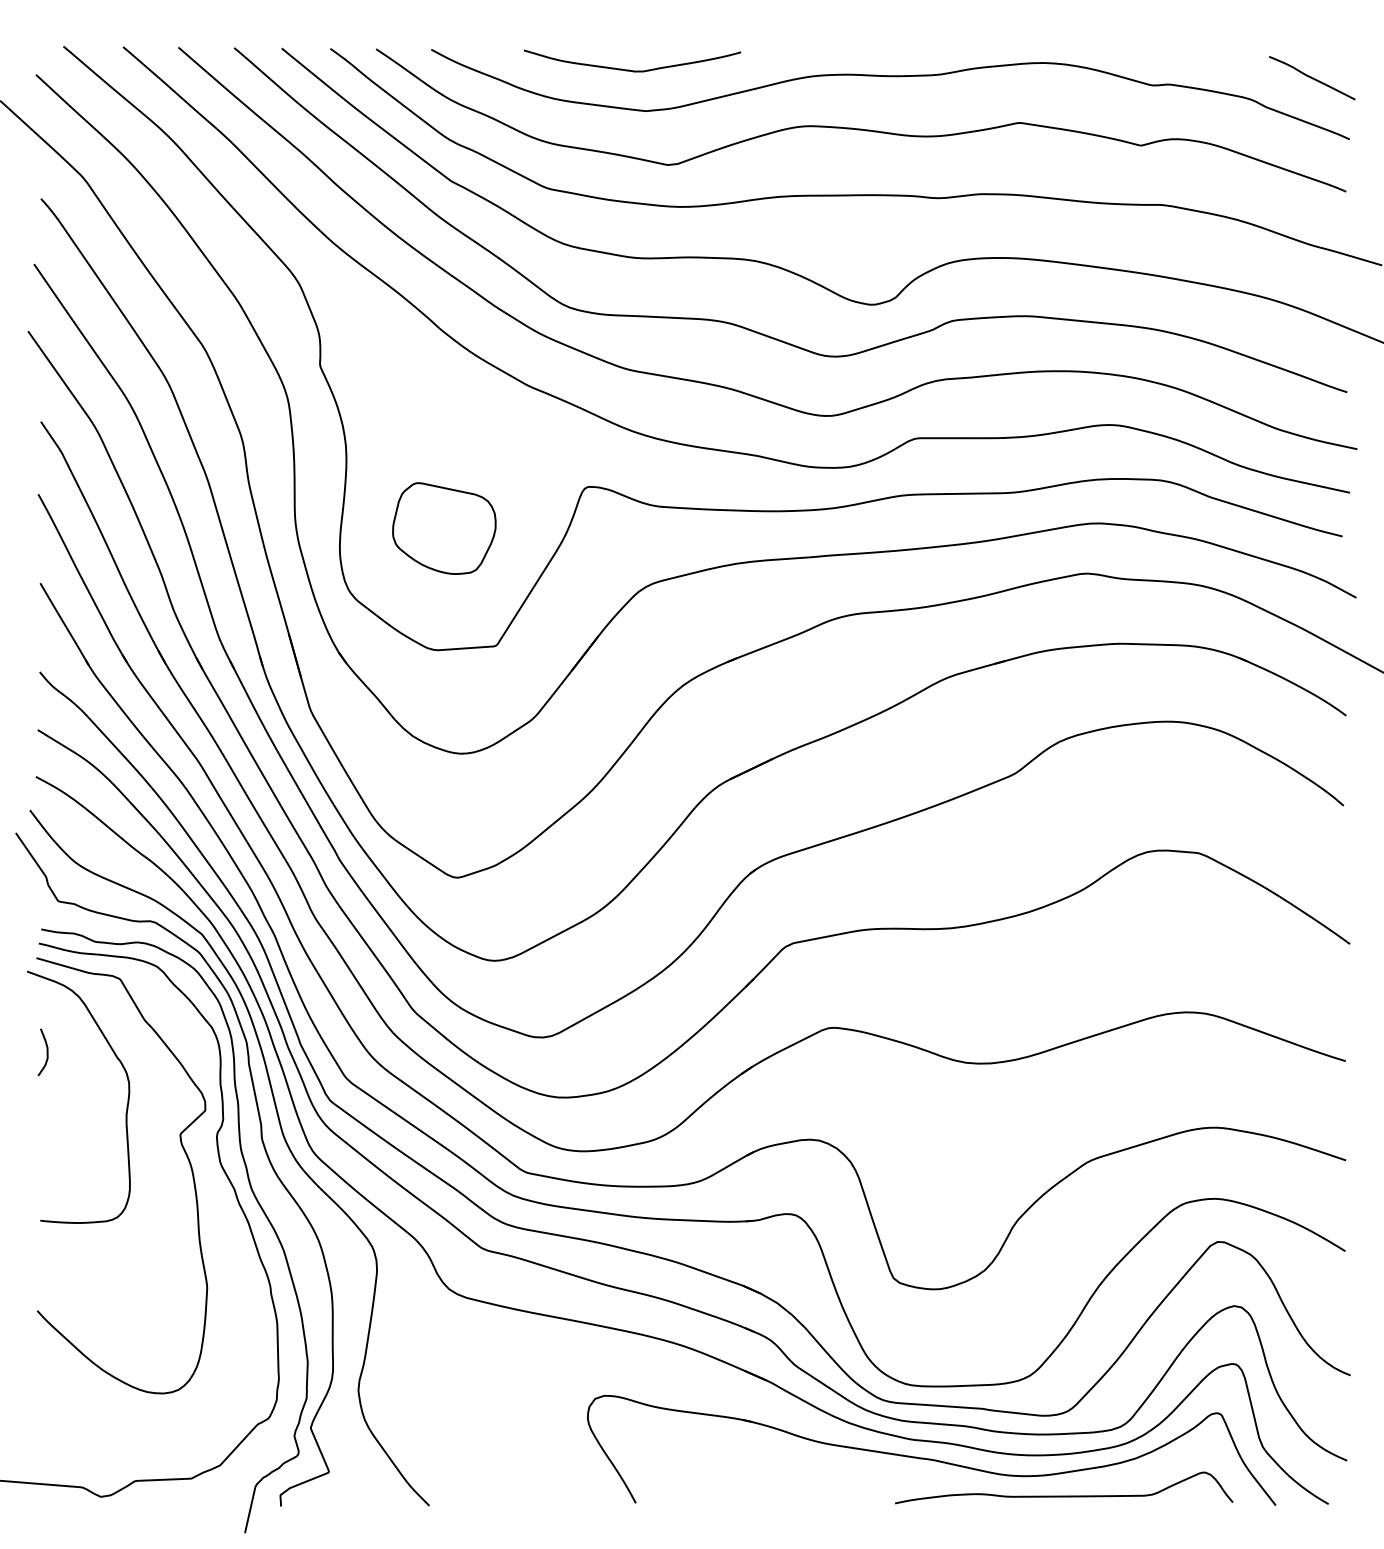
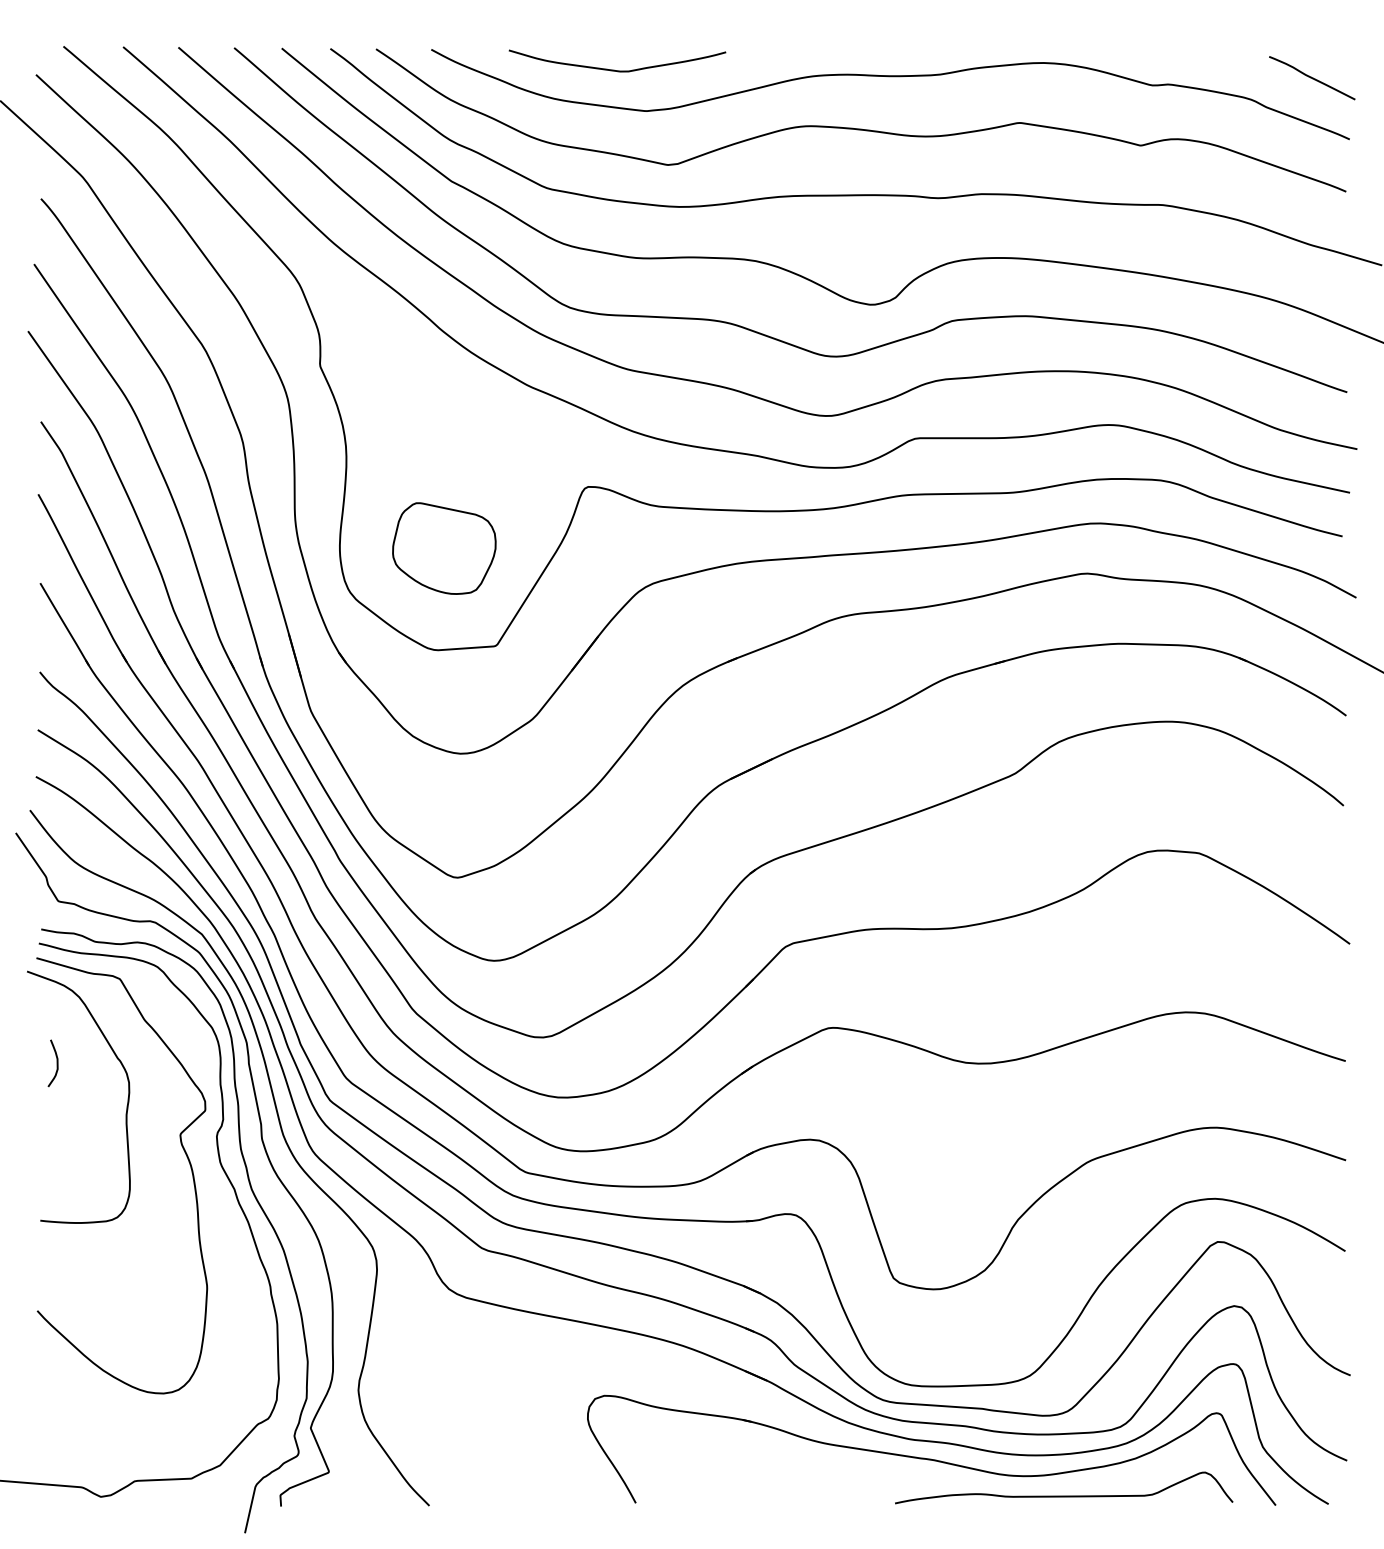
curve at (629, 69) position: (629, 69) -> (614, 69)
part at (444, 528) position: (444, 528) -> (444, 548)
curve at (46, 1052) position: (46, 1052) -> (56, 1063)
